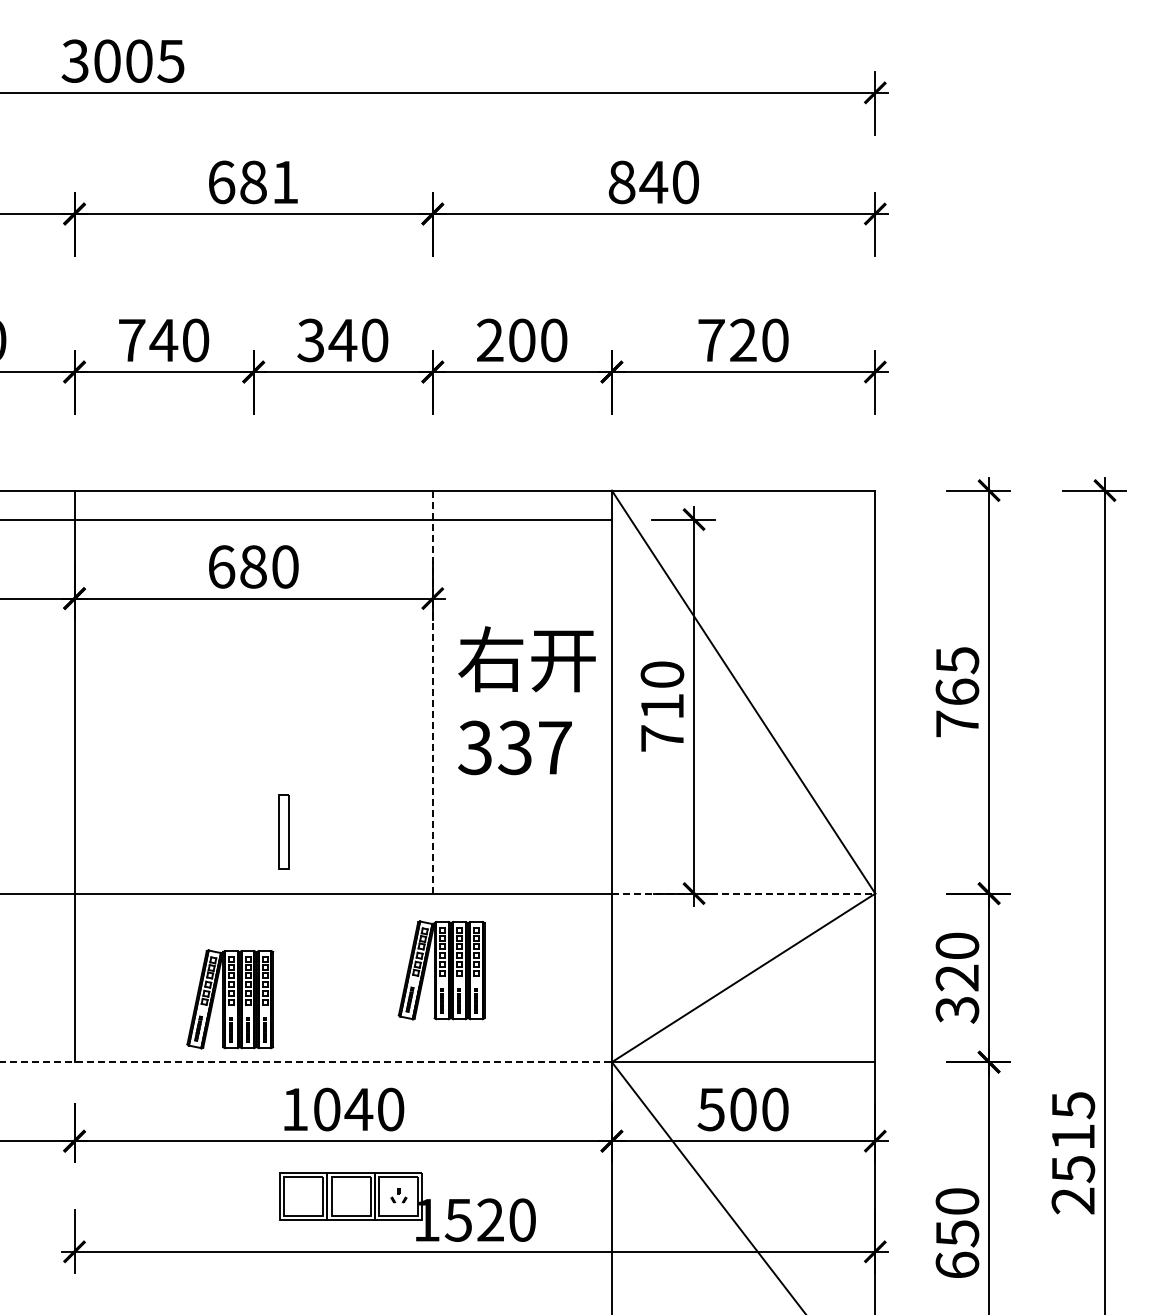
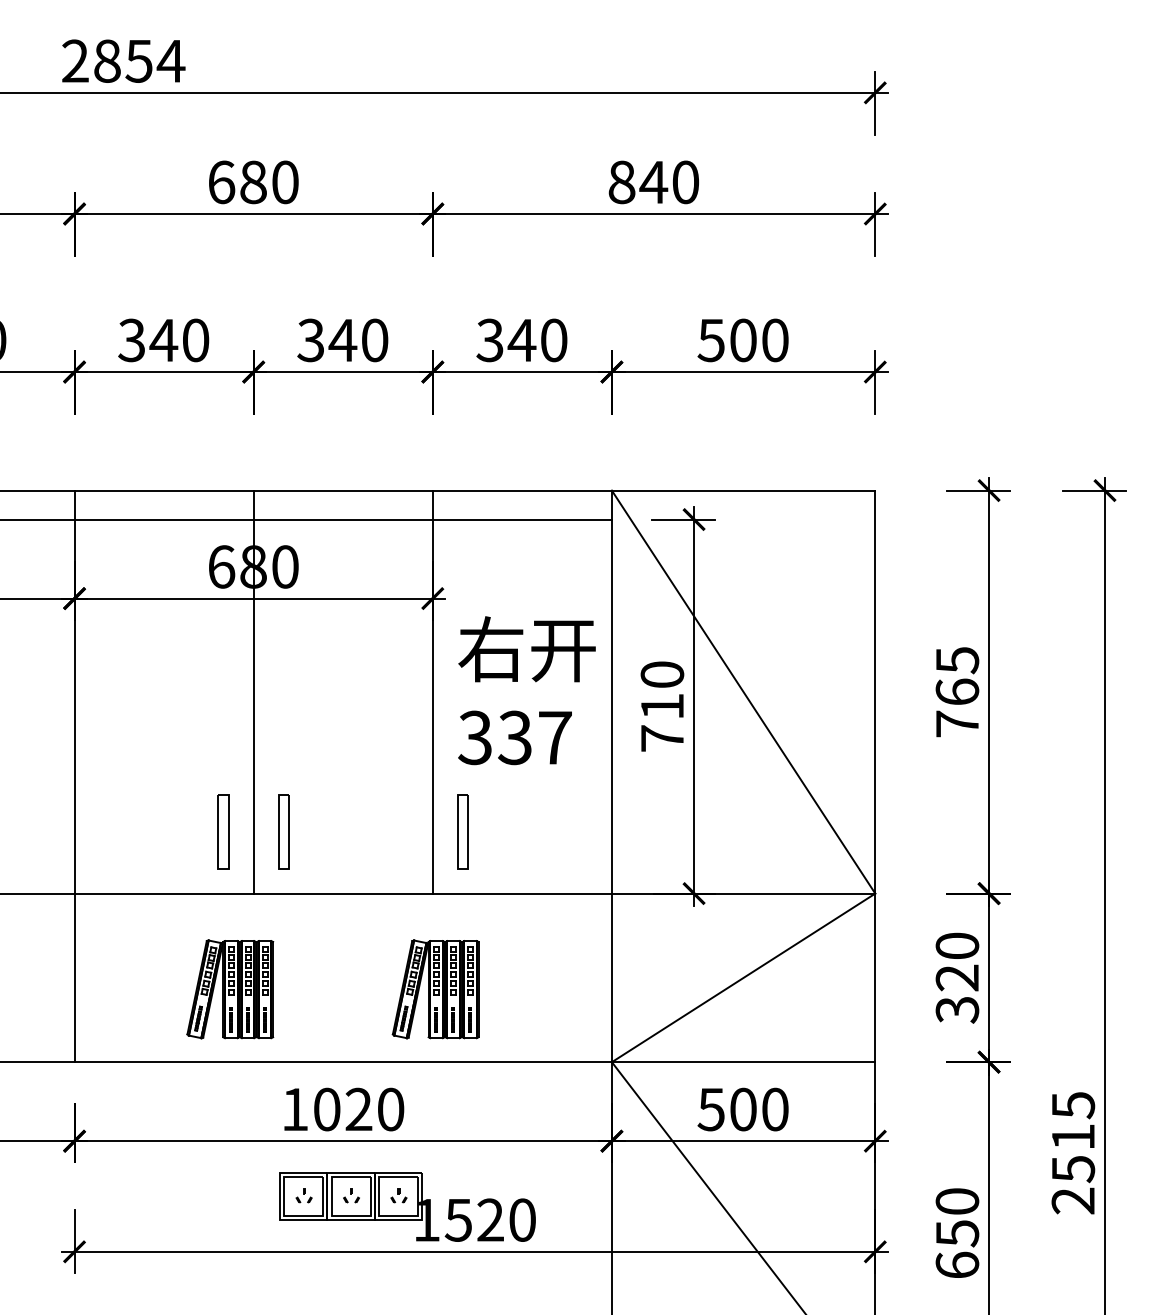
text at (123, 60): 3005 -> 2854
text at (285, 182): 681 -> 680
text at (131, 340): 740 -> 340
text at (506, 340): 200 -> 340
text at (726, 340): 720 -> 500
line at (253, 691): none -> present
line at (432, 692): dashed -> solid
text at (526, 700) position: (526, 700) -> (526, 690)
part at (223, 831): none -> present
part at (462, 831): none -> present
line at (743, 893): dashed -> solid
part at (441, 970) position: (441, 970) -> (435, 989)
part at (230, 999) position: (230, 999) -> (230, 989)
line at (306, 1062): dashed -> solid
text at (358, 1108): 1040 -> 1020
part at (303, 1195): none -> present
part at (351, 1195): none -> present
